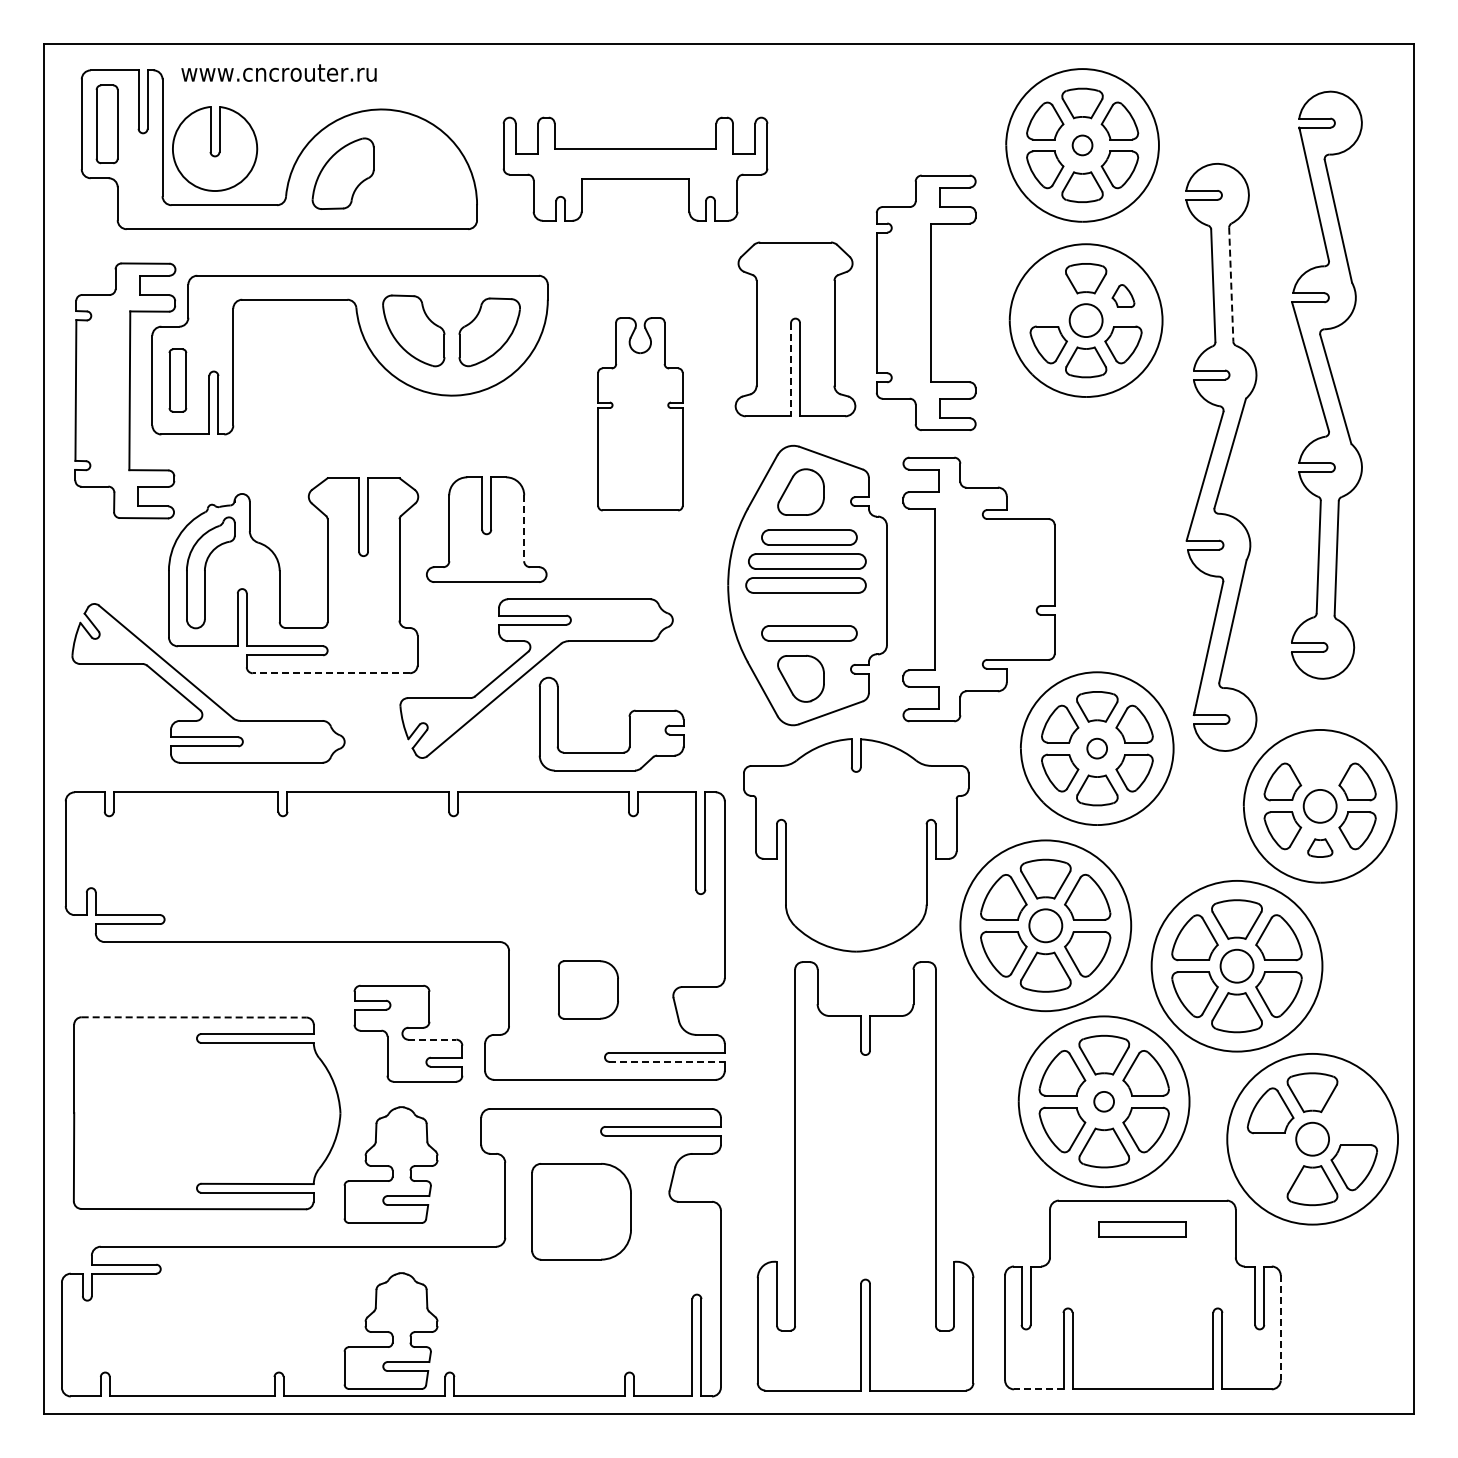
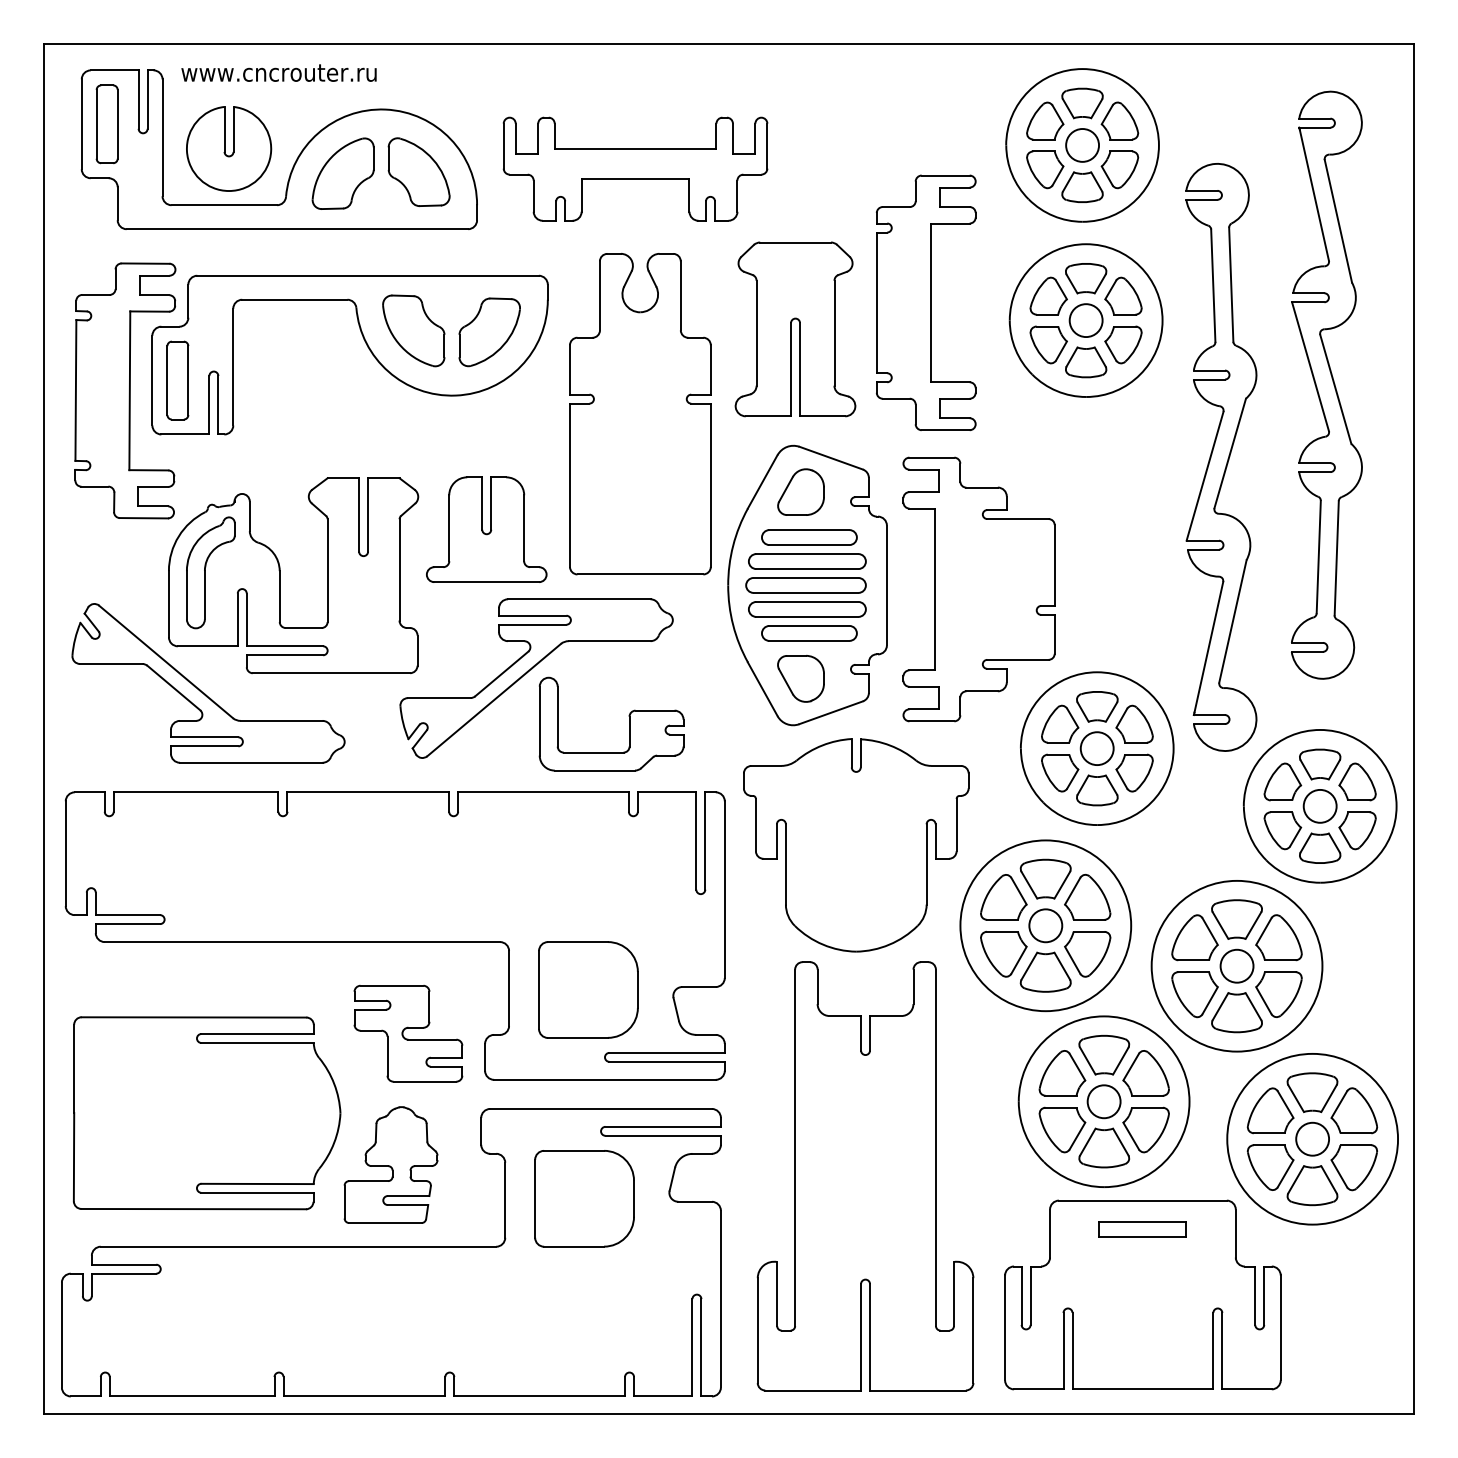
circle at (1082, 145) diameter: 20 px -> 33 px
part at (215, 148) position: (215, 148) -> (229, 148)
part at (418, 172): none -> present
line at (1231, 285): dashed -> solid
part at (1048, 295): none -> present
part at (1123, 295) size: 25x24 px -> 39x40 px
line at (791, 369): dashed -> solid
part at (177, 380) size: 20x65 px -> 24x81 px
part at (640, 414) size: 87x195 px -> 143x323 px
line at (524, 528): dashed -> solid
part at (807, 609): none -> present
line at (331, 673): dashed -> solid
circle at (1097, 748) diameter: 20 px -> 33 px
part at (1320, 764): none -> present
part at (1320, 847) size: 27x20 px -> 43x32 px
part at (588, 989) size: 61x60 px -> 101x98 px
line at (194, 1017): dashed -> solid
line at (432, 1039): dashed -> solid
line at (667, 1061): dashed -> solid
circle at (1104, 1101) diameter: 20 px -> 33 px
part at (1354, 1110): none -> present
part at (1270, 1167): none -> present
part at (581, 1211) position: (581, 1211) -> (584, 1198)
line at (1280, 1328): dashed -> solid
part at (390, 1330): present -> none
line at (1038, 1389): dashed -> solid
